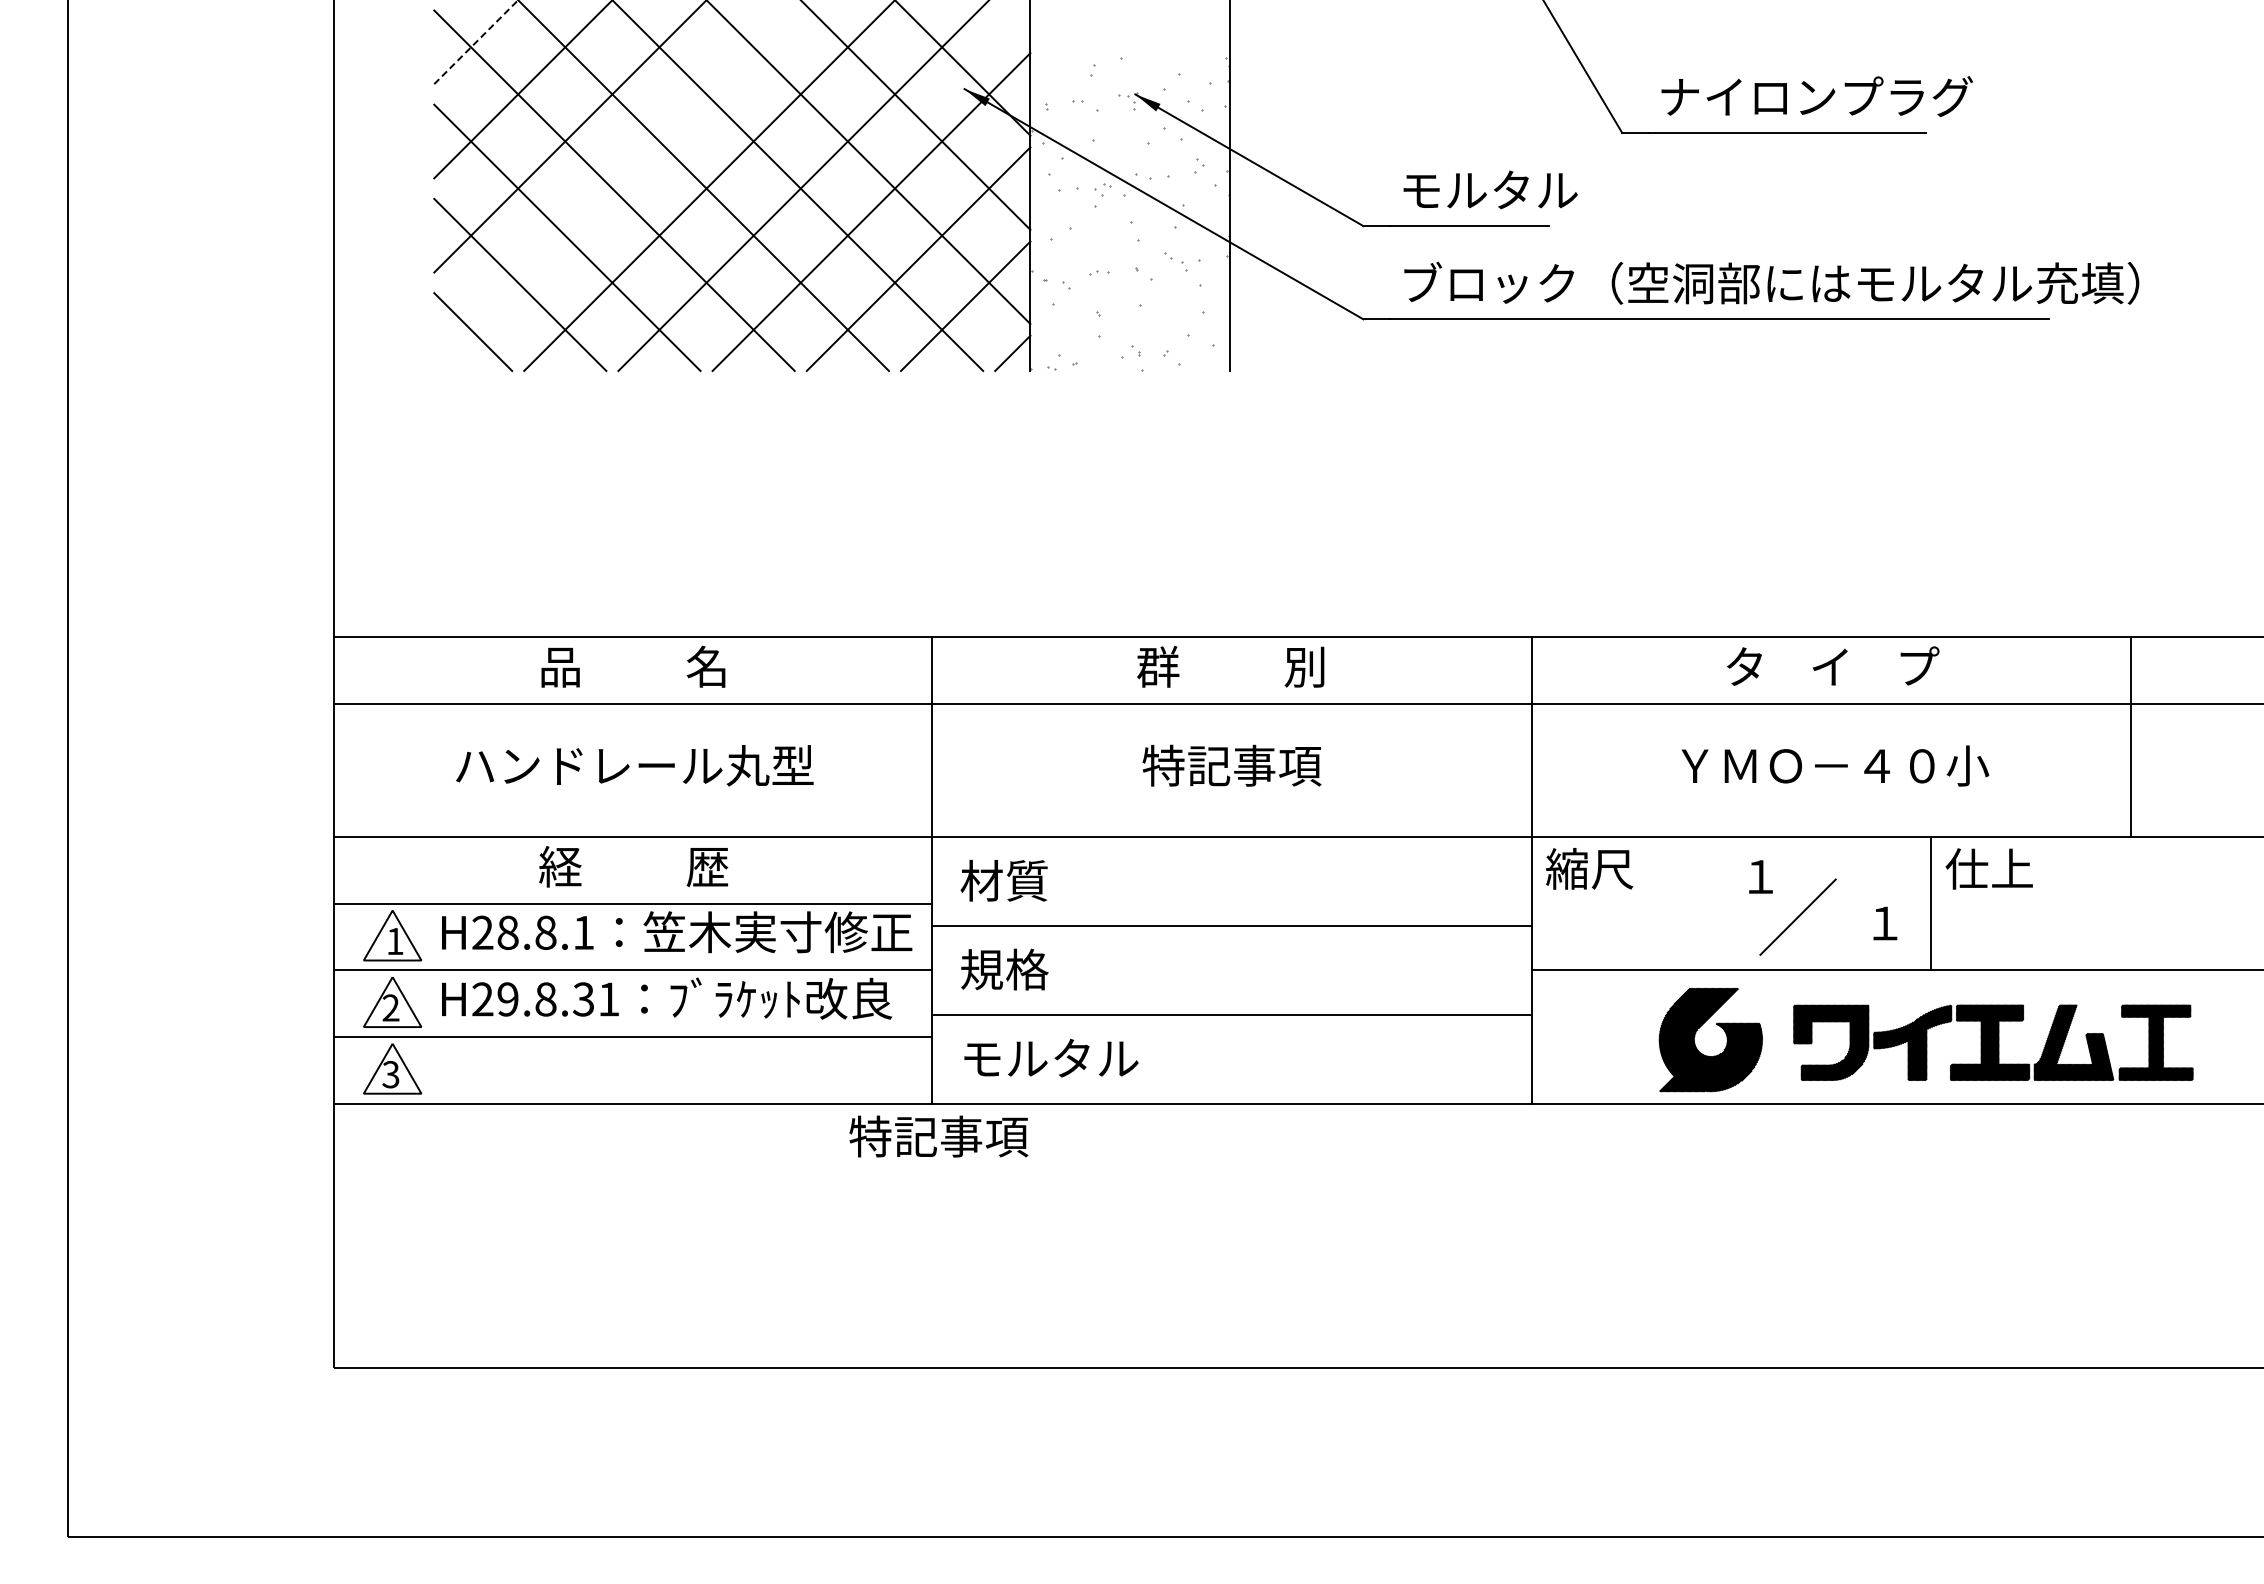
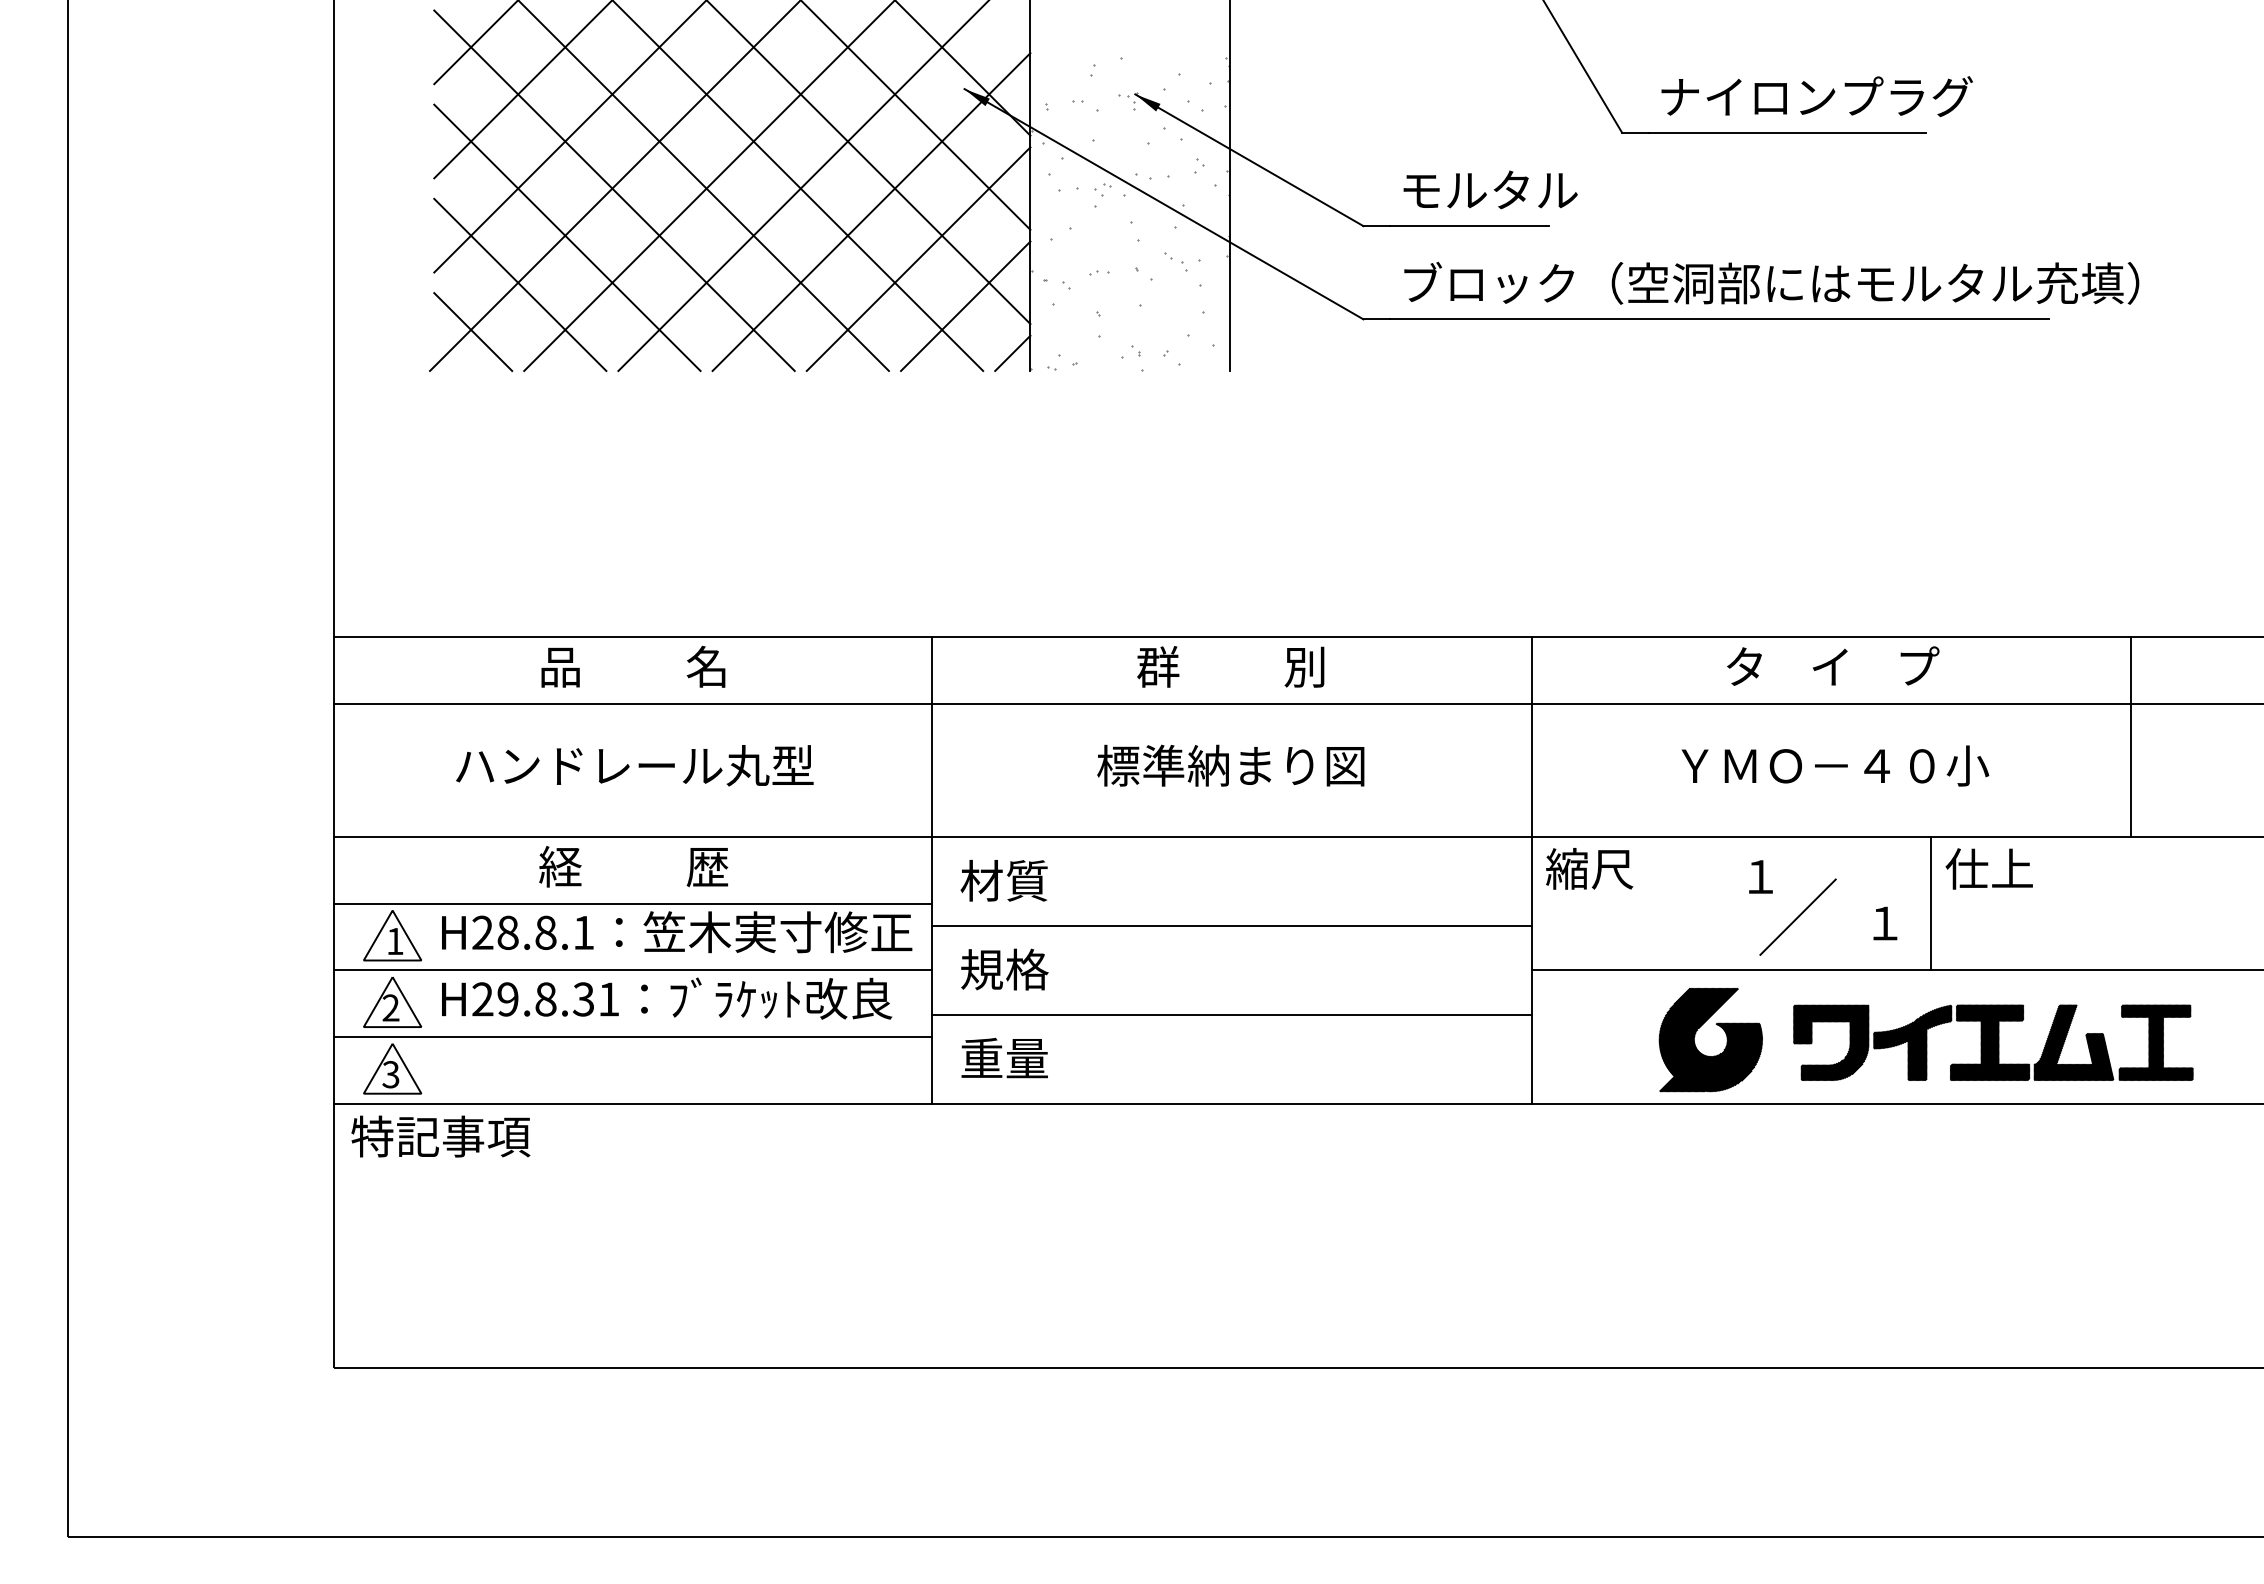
line at (476, 41): dashed -> solid
line at (614, 186): none -> present
text at (1230, 765): 特記事項 -> 標準納まり図
text at (1049, 1057): モルタル -> 重量
text at (938, 1136) position: (938, 1136) -> (440, 1136)
